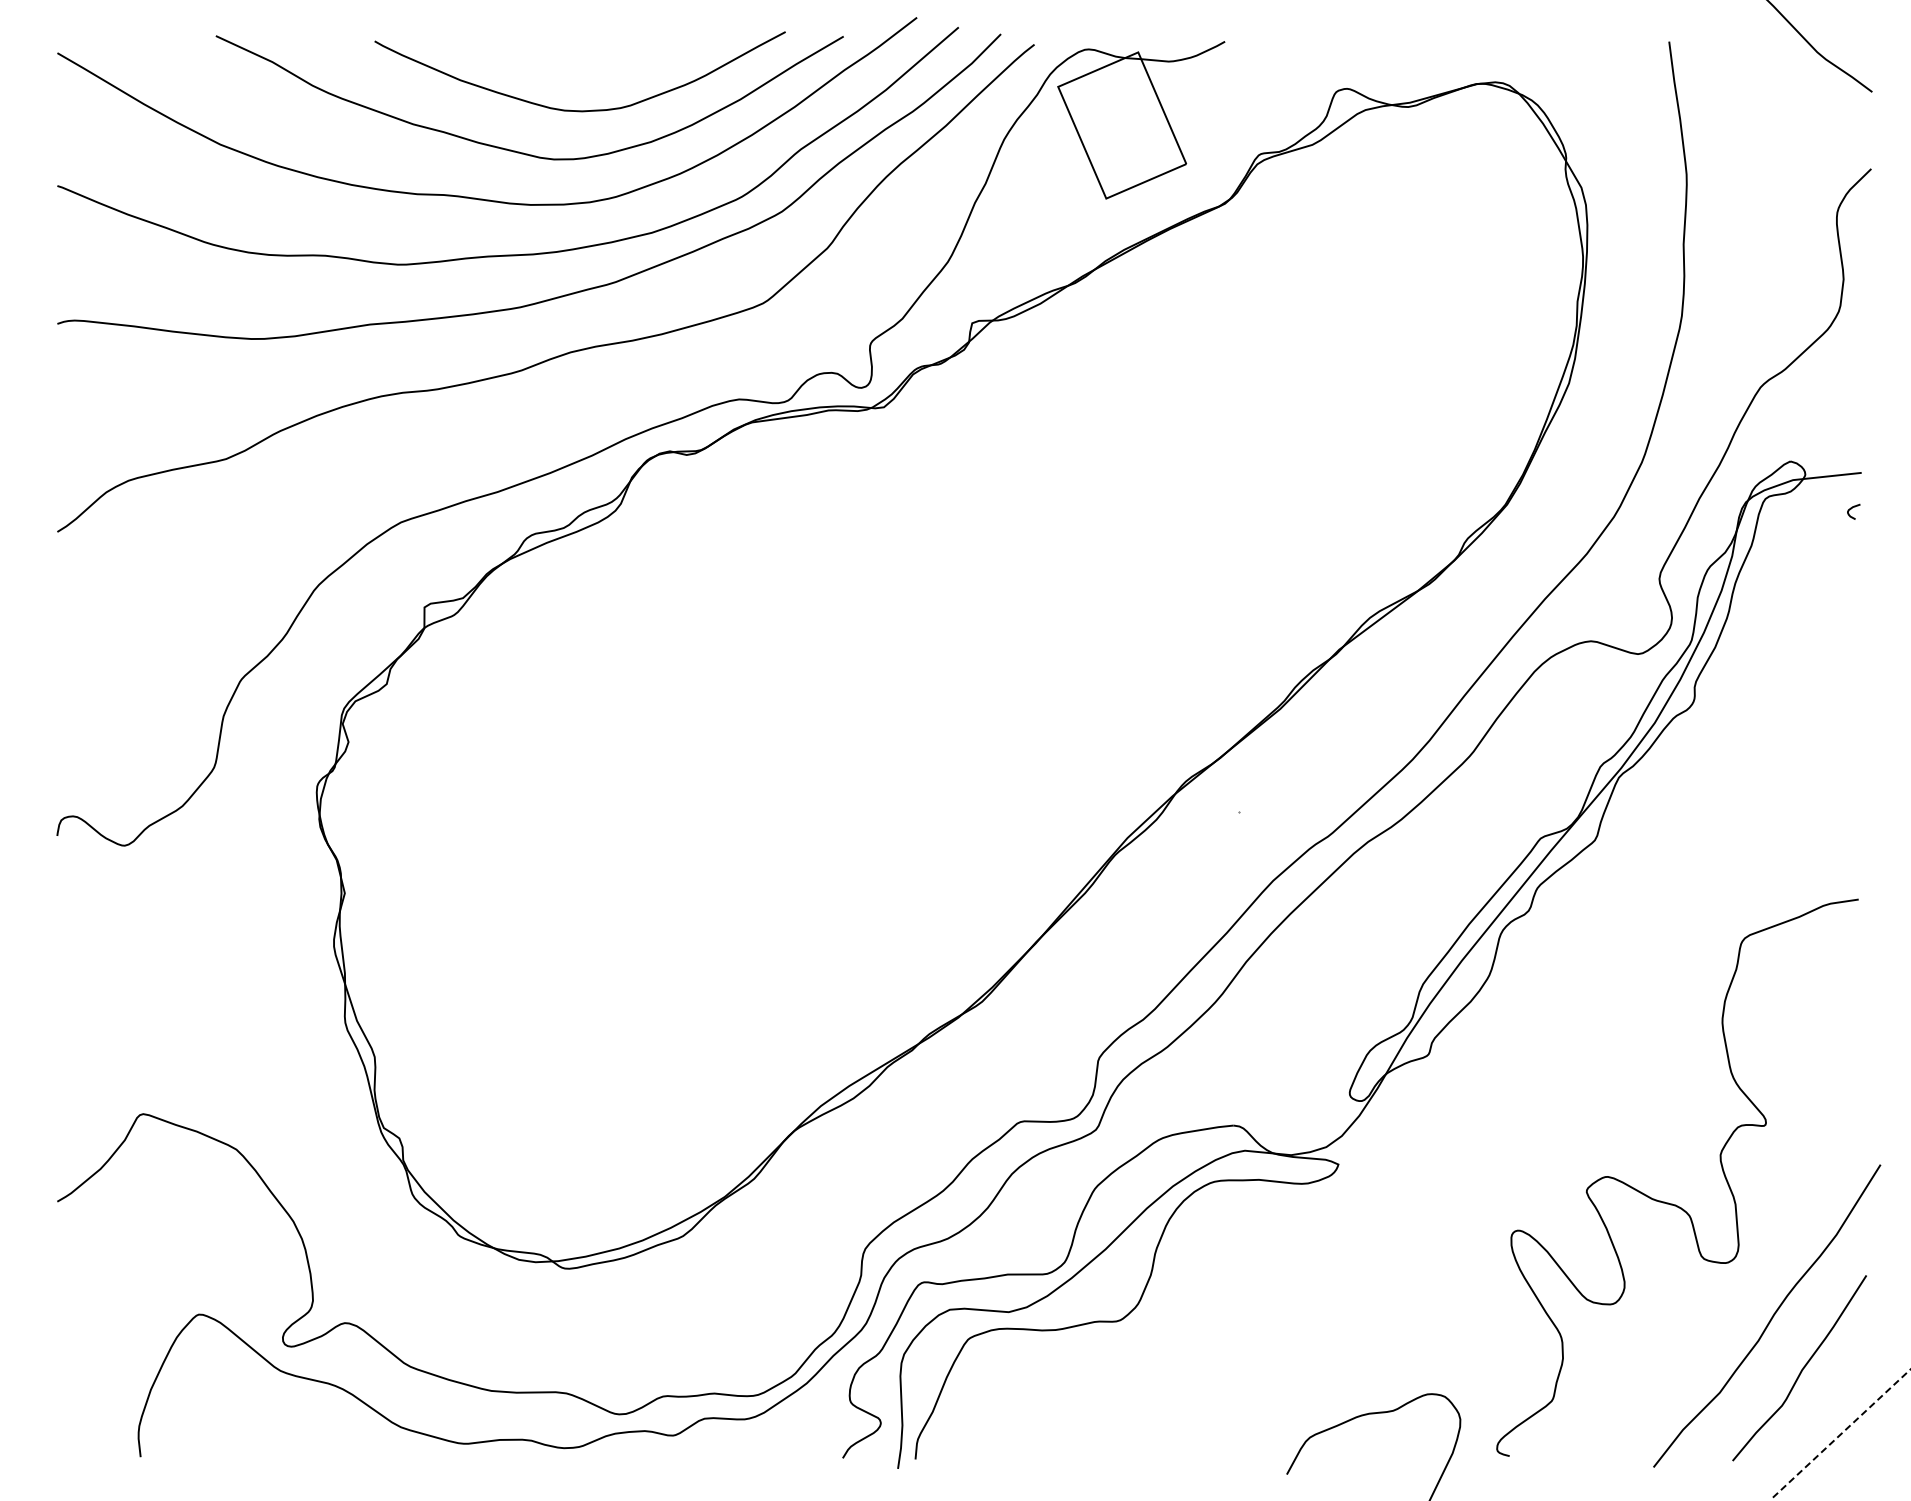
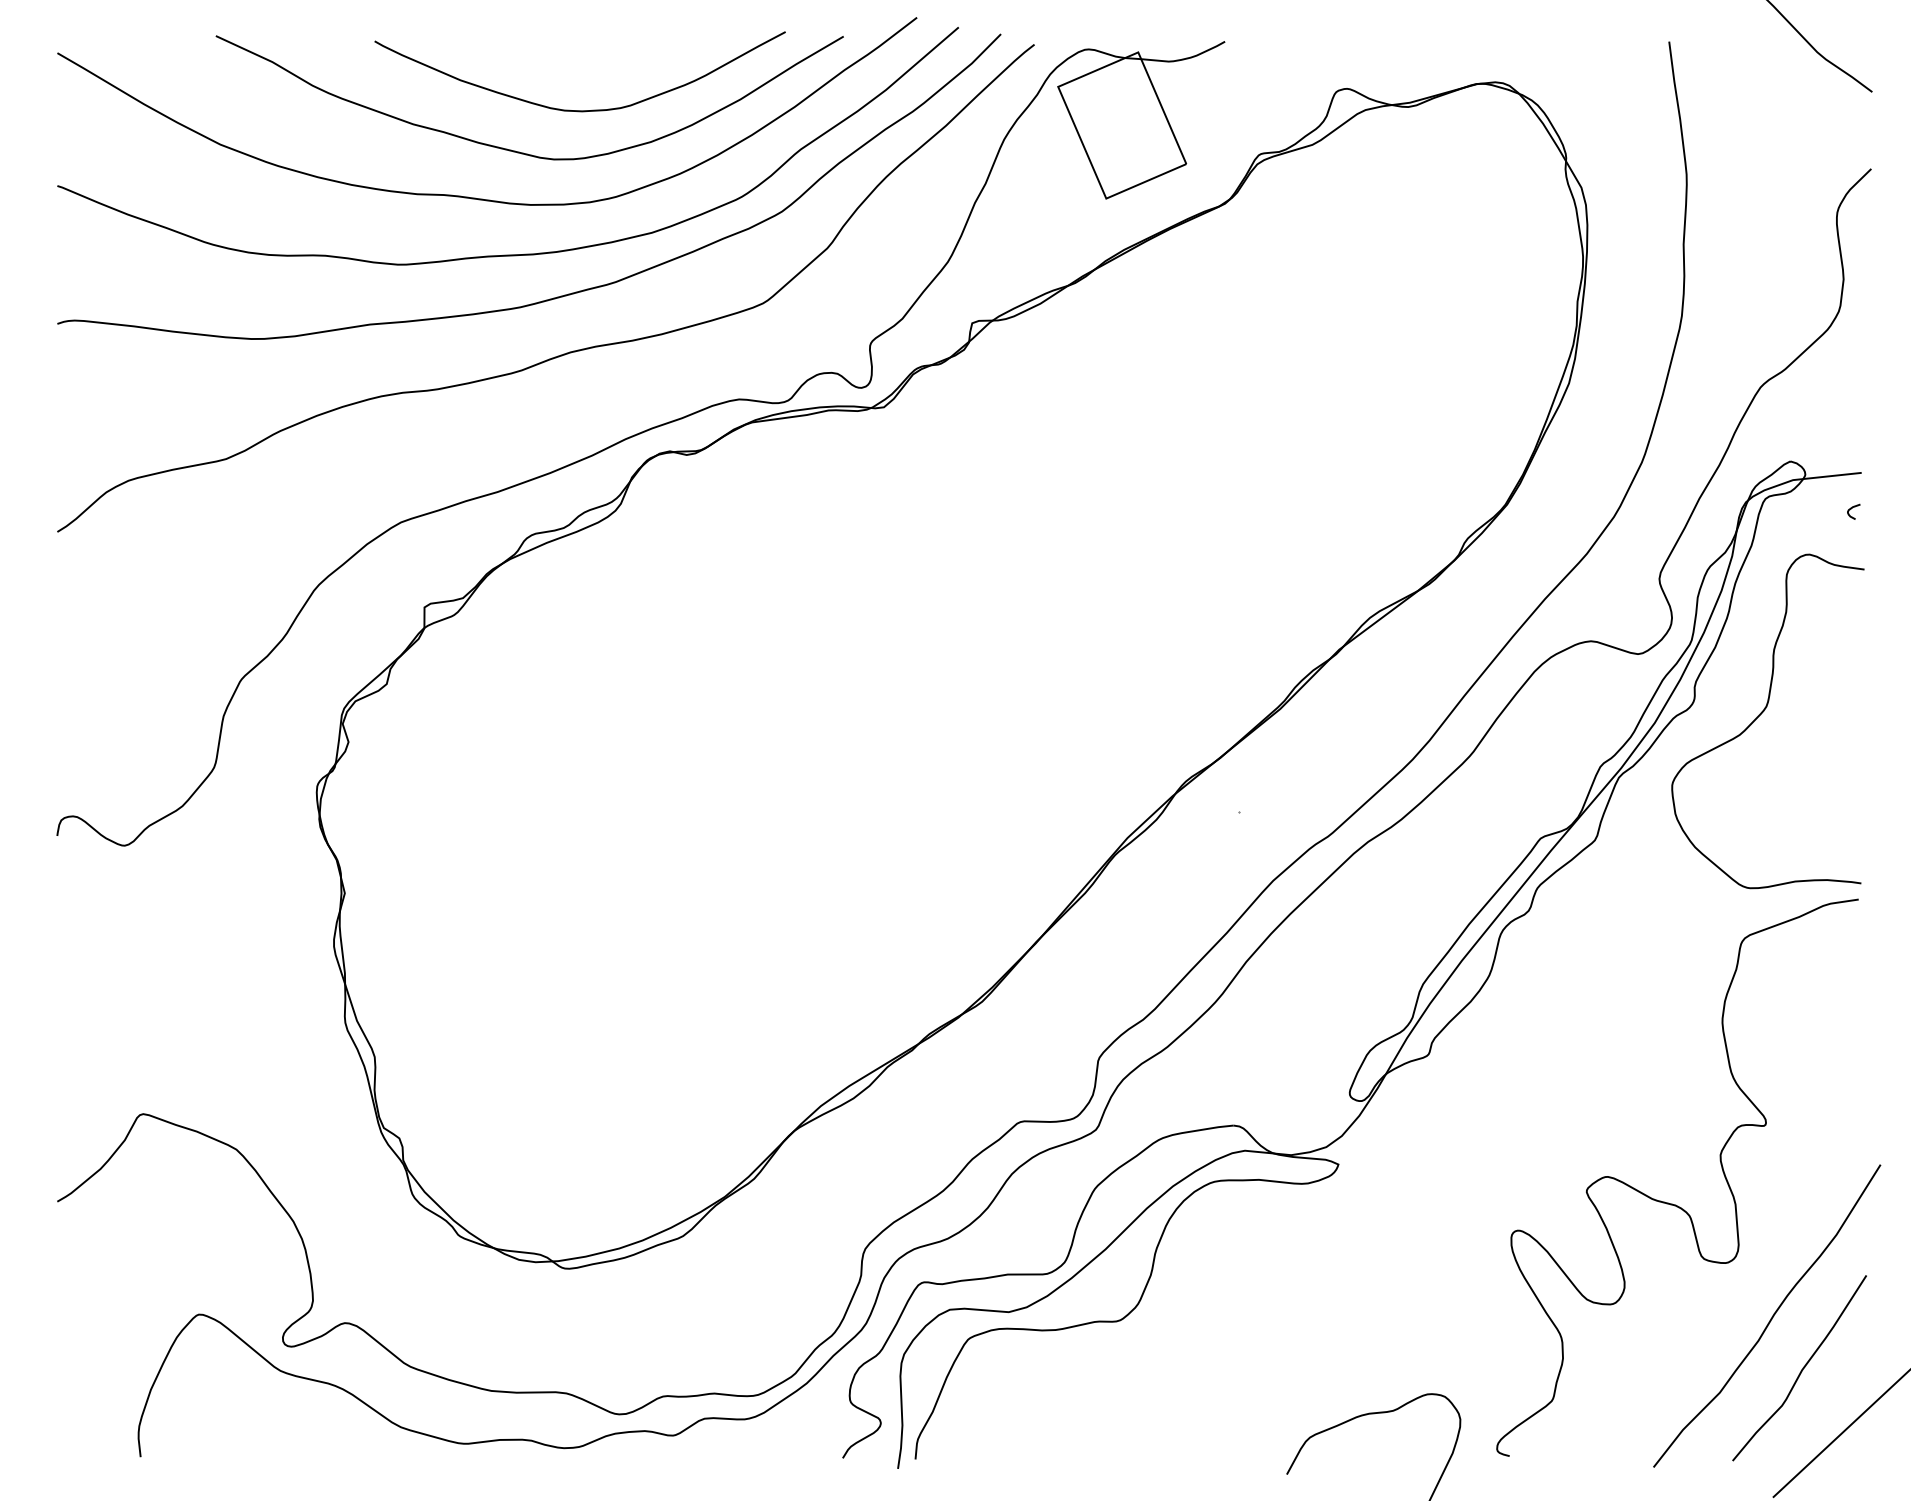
curve at (1761, 714): none -> present
line at (1842, 1433): dashed -> solid
